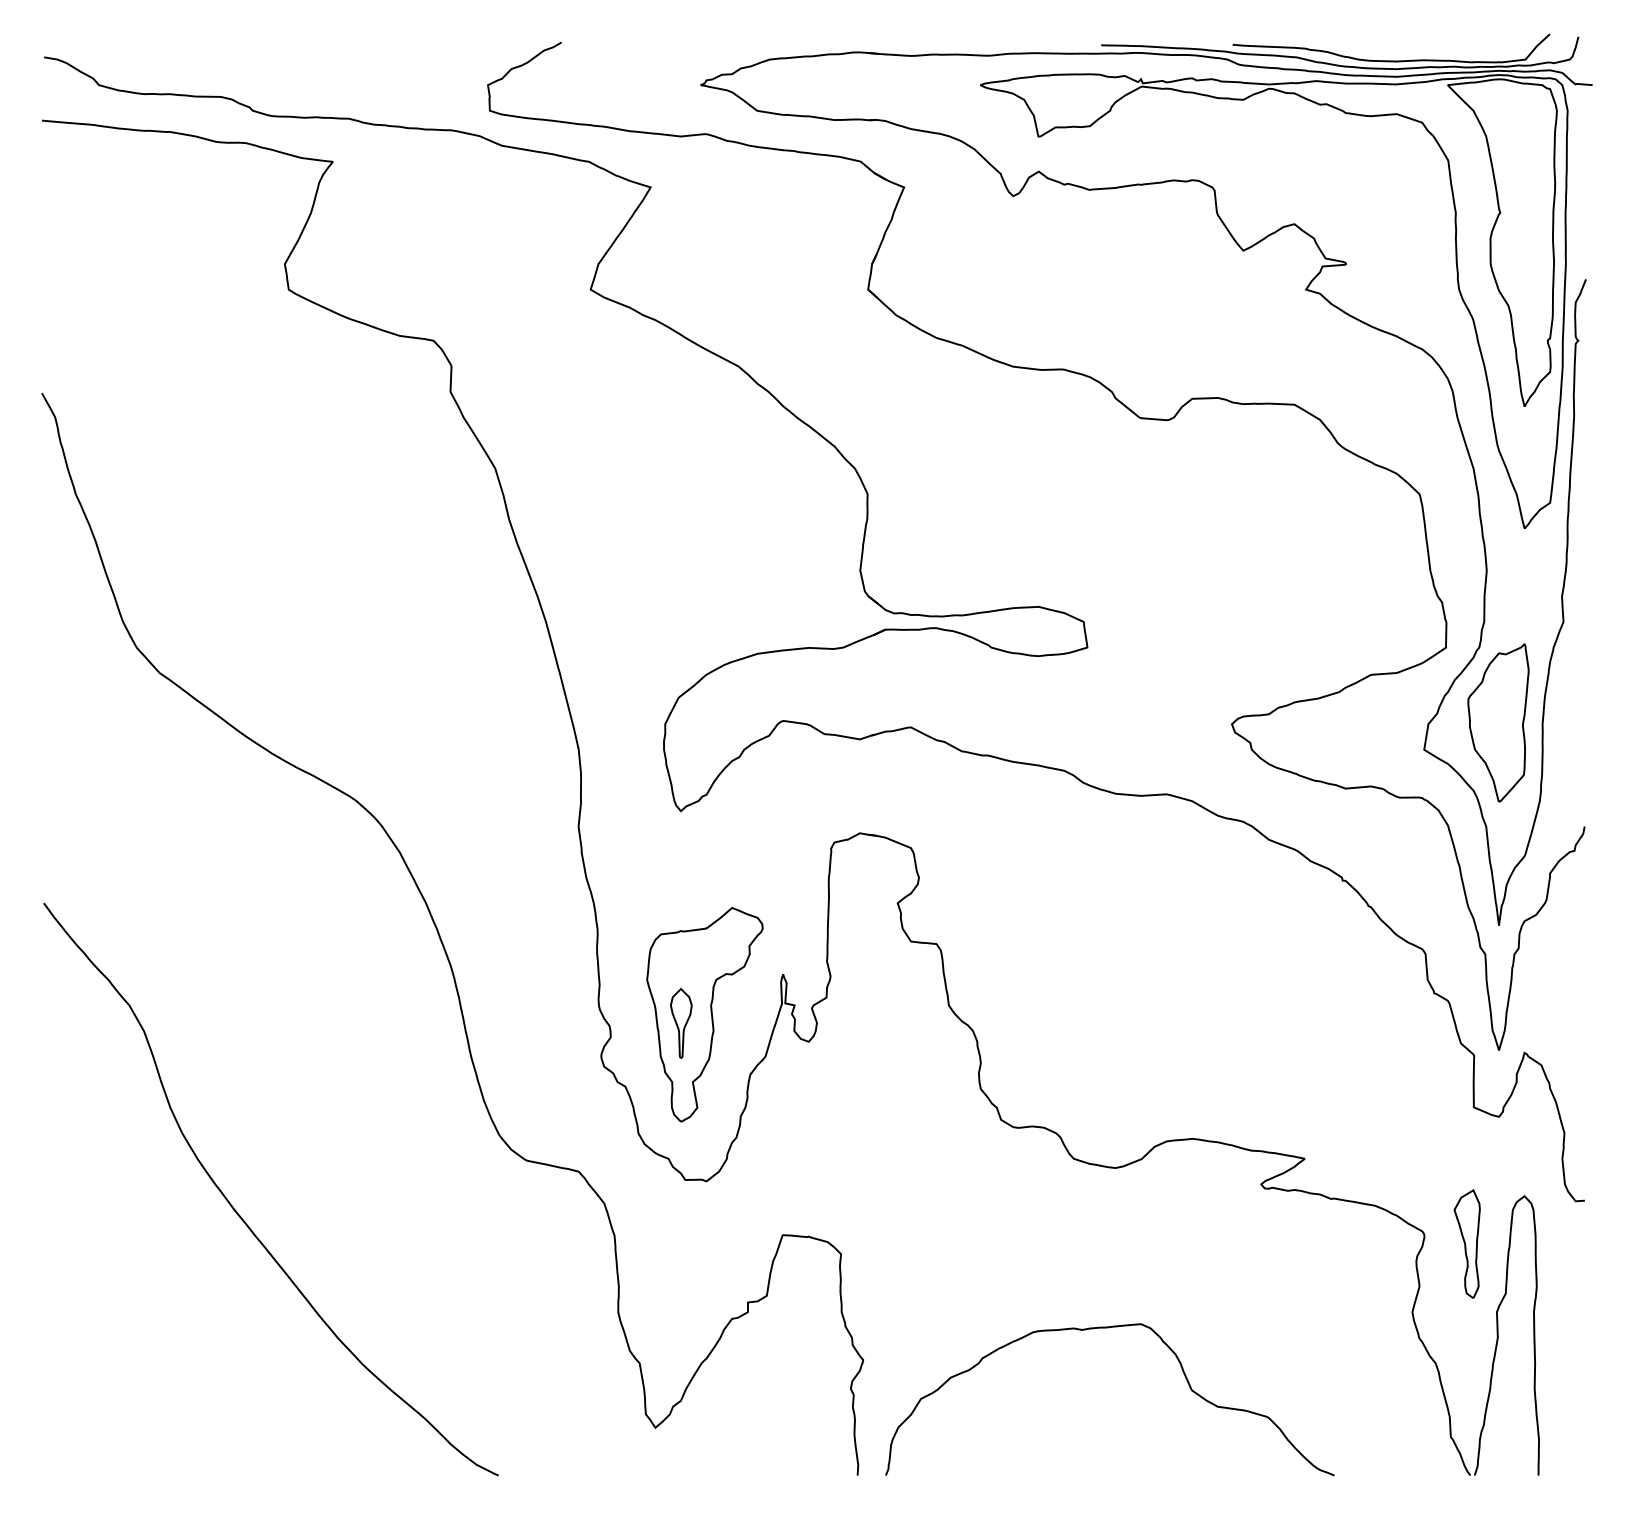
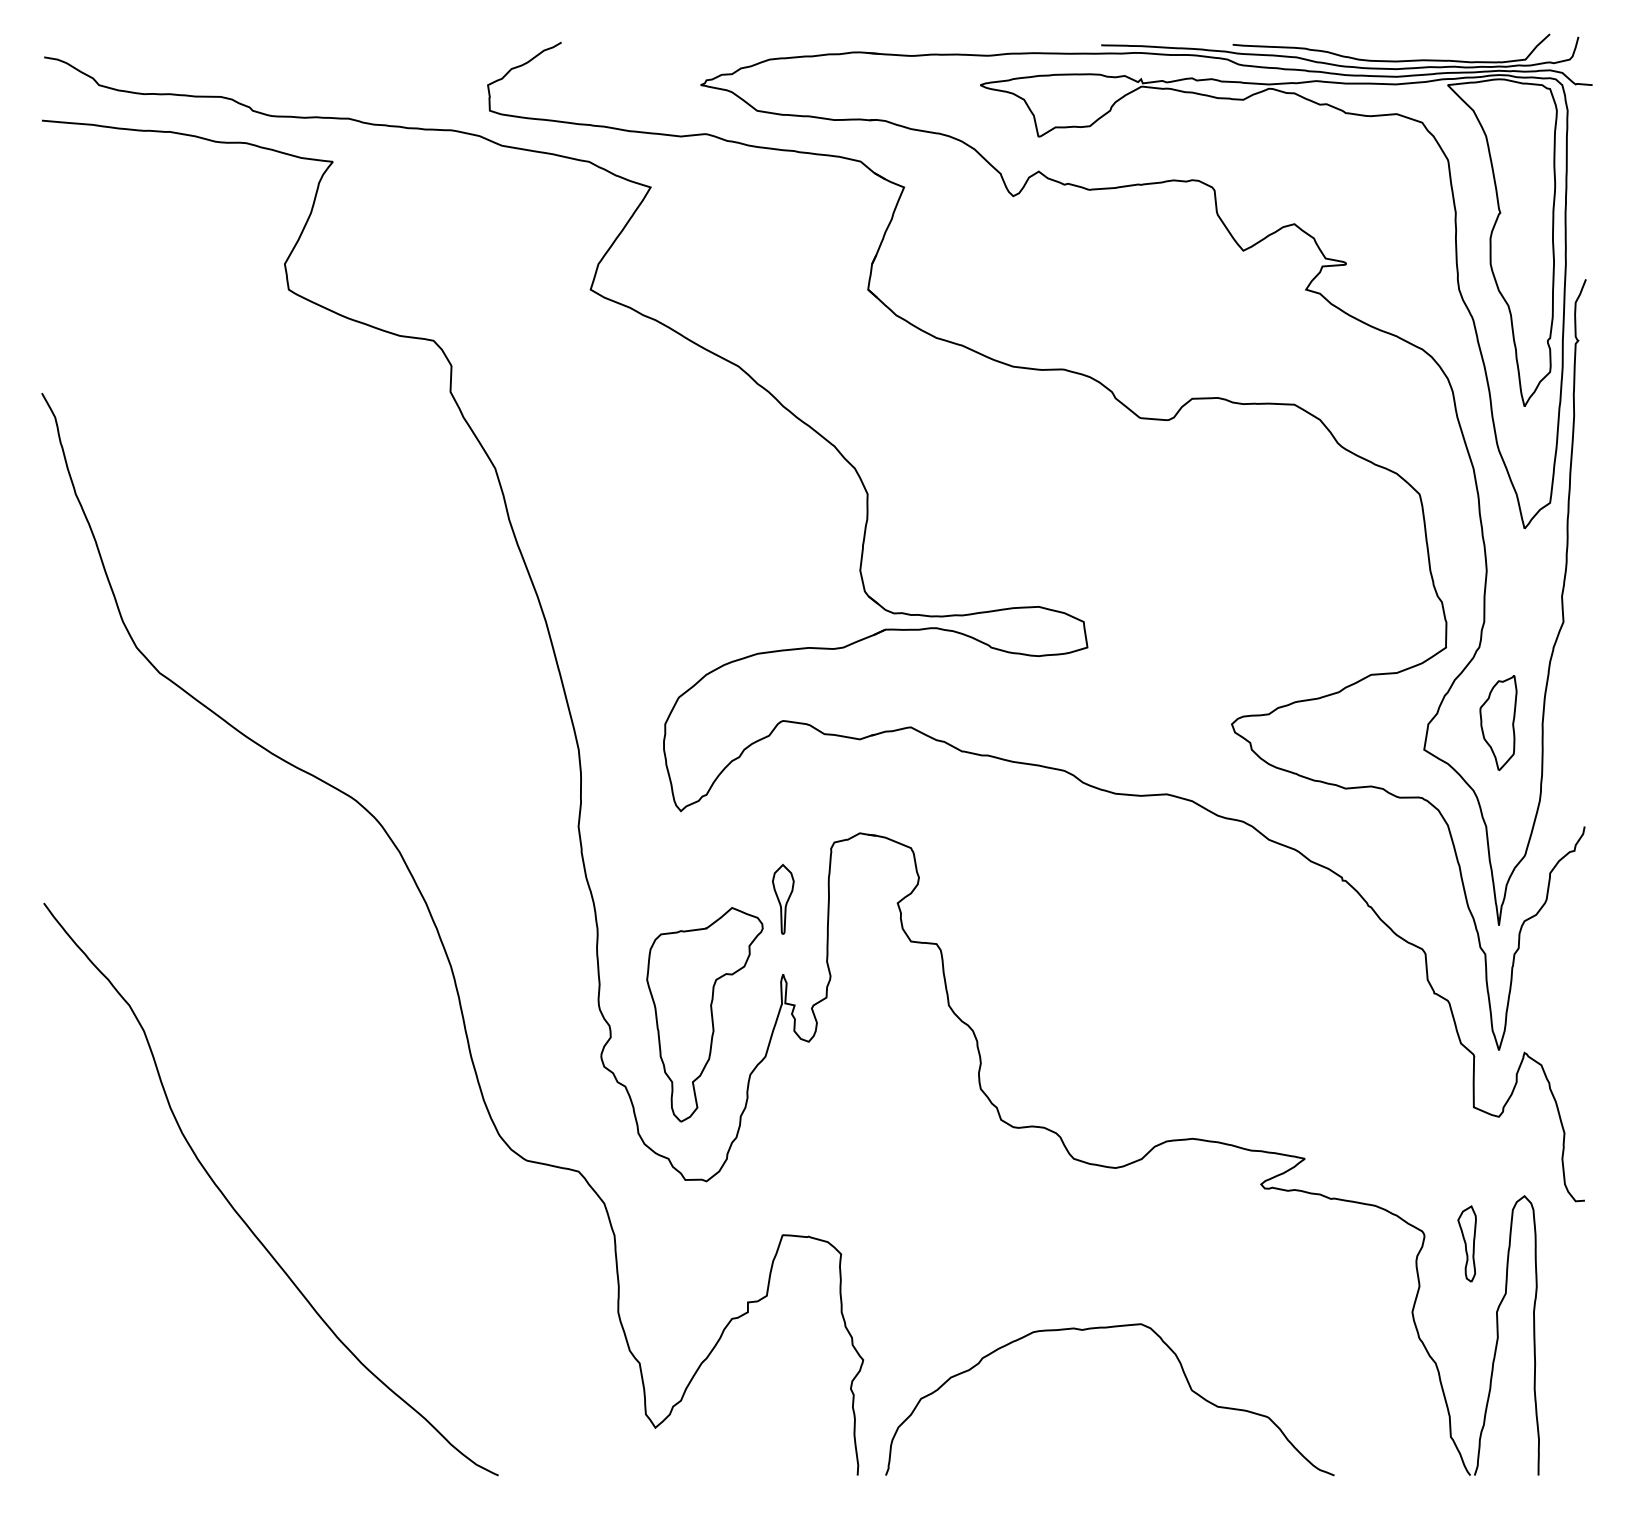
part at (1498, 722) size: 63x160 px -> 39x96 px
part at (681, 1023) position: (681, 1023) -> (783, 899)
part at (1466, 1243) size: 28x110 px -> 20x78 px
